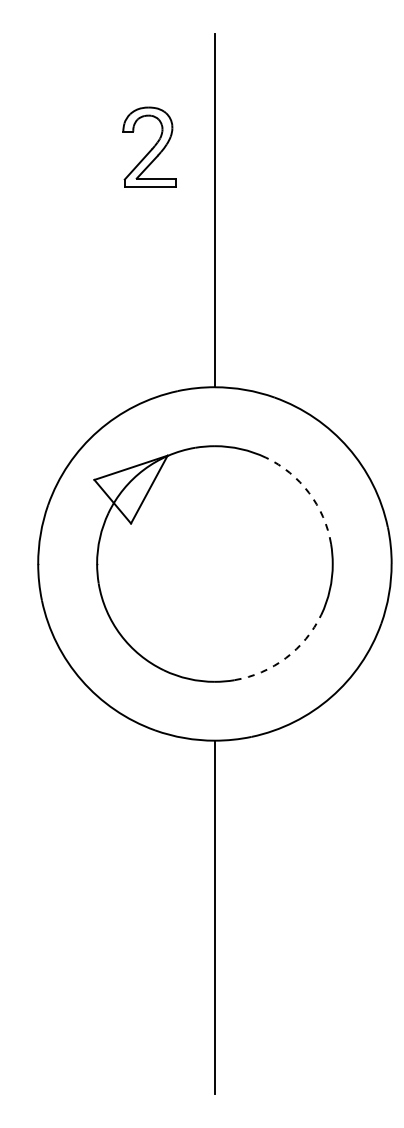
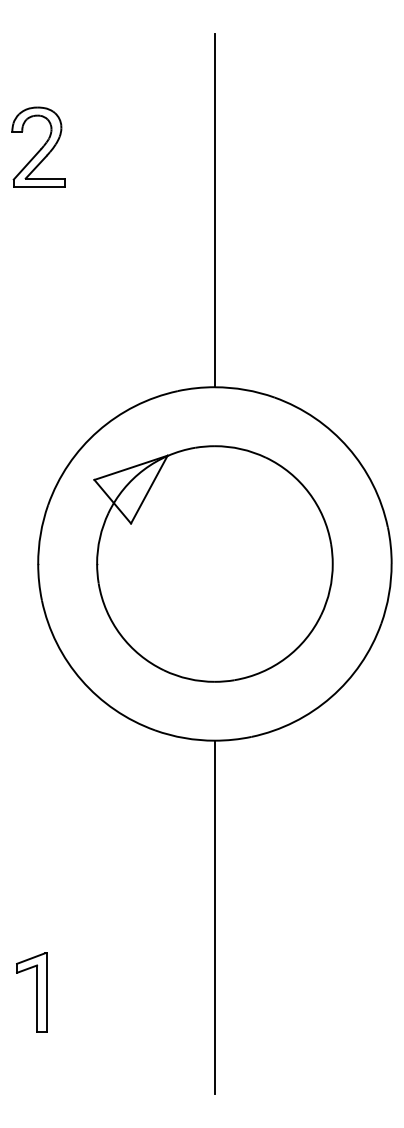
part at (149, 146) position: (149, 146) -> (38, 146)
arc at (309, 492): dashed -> solid
arc at (285, 658): dashed -> solid
part at (31, 992): none -> present
